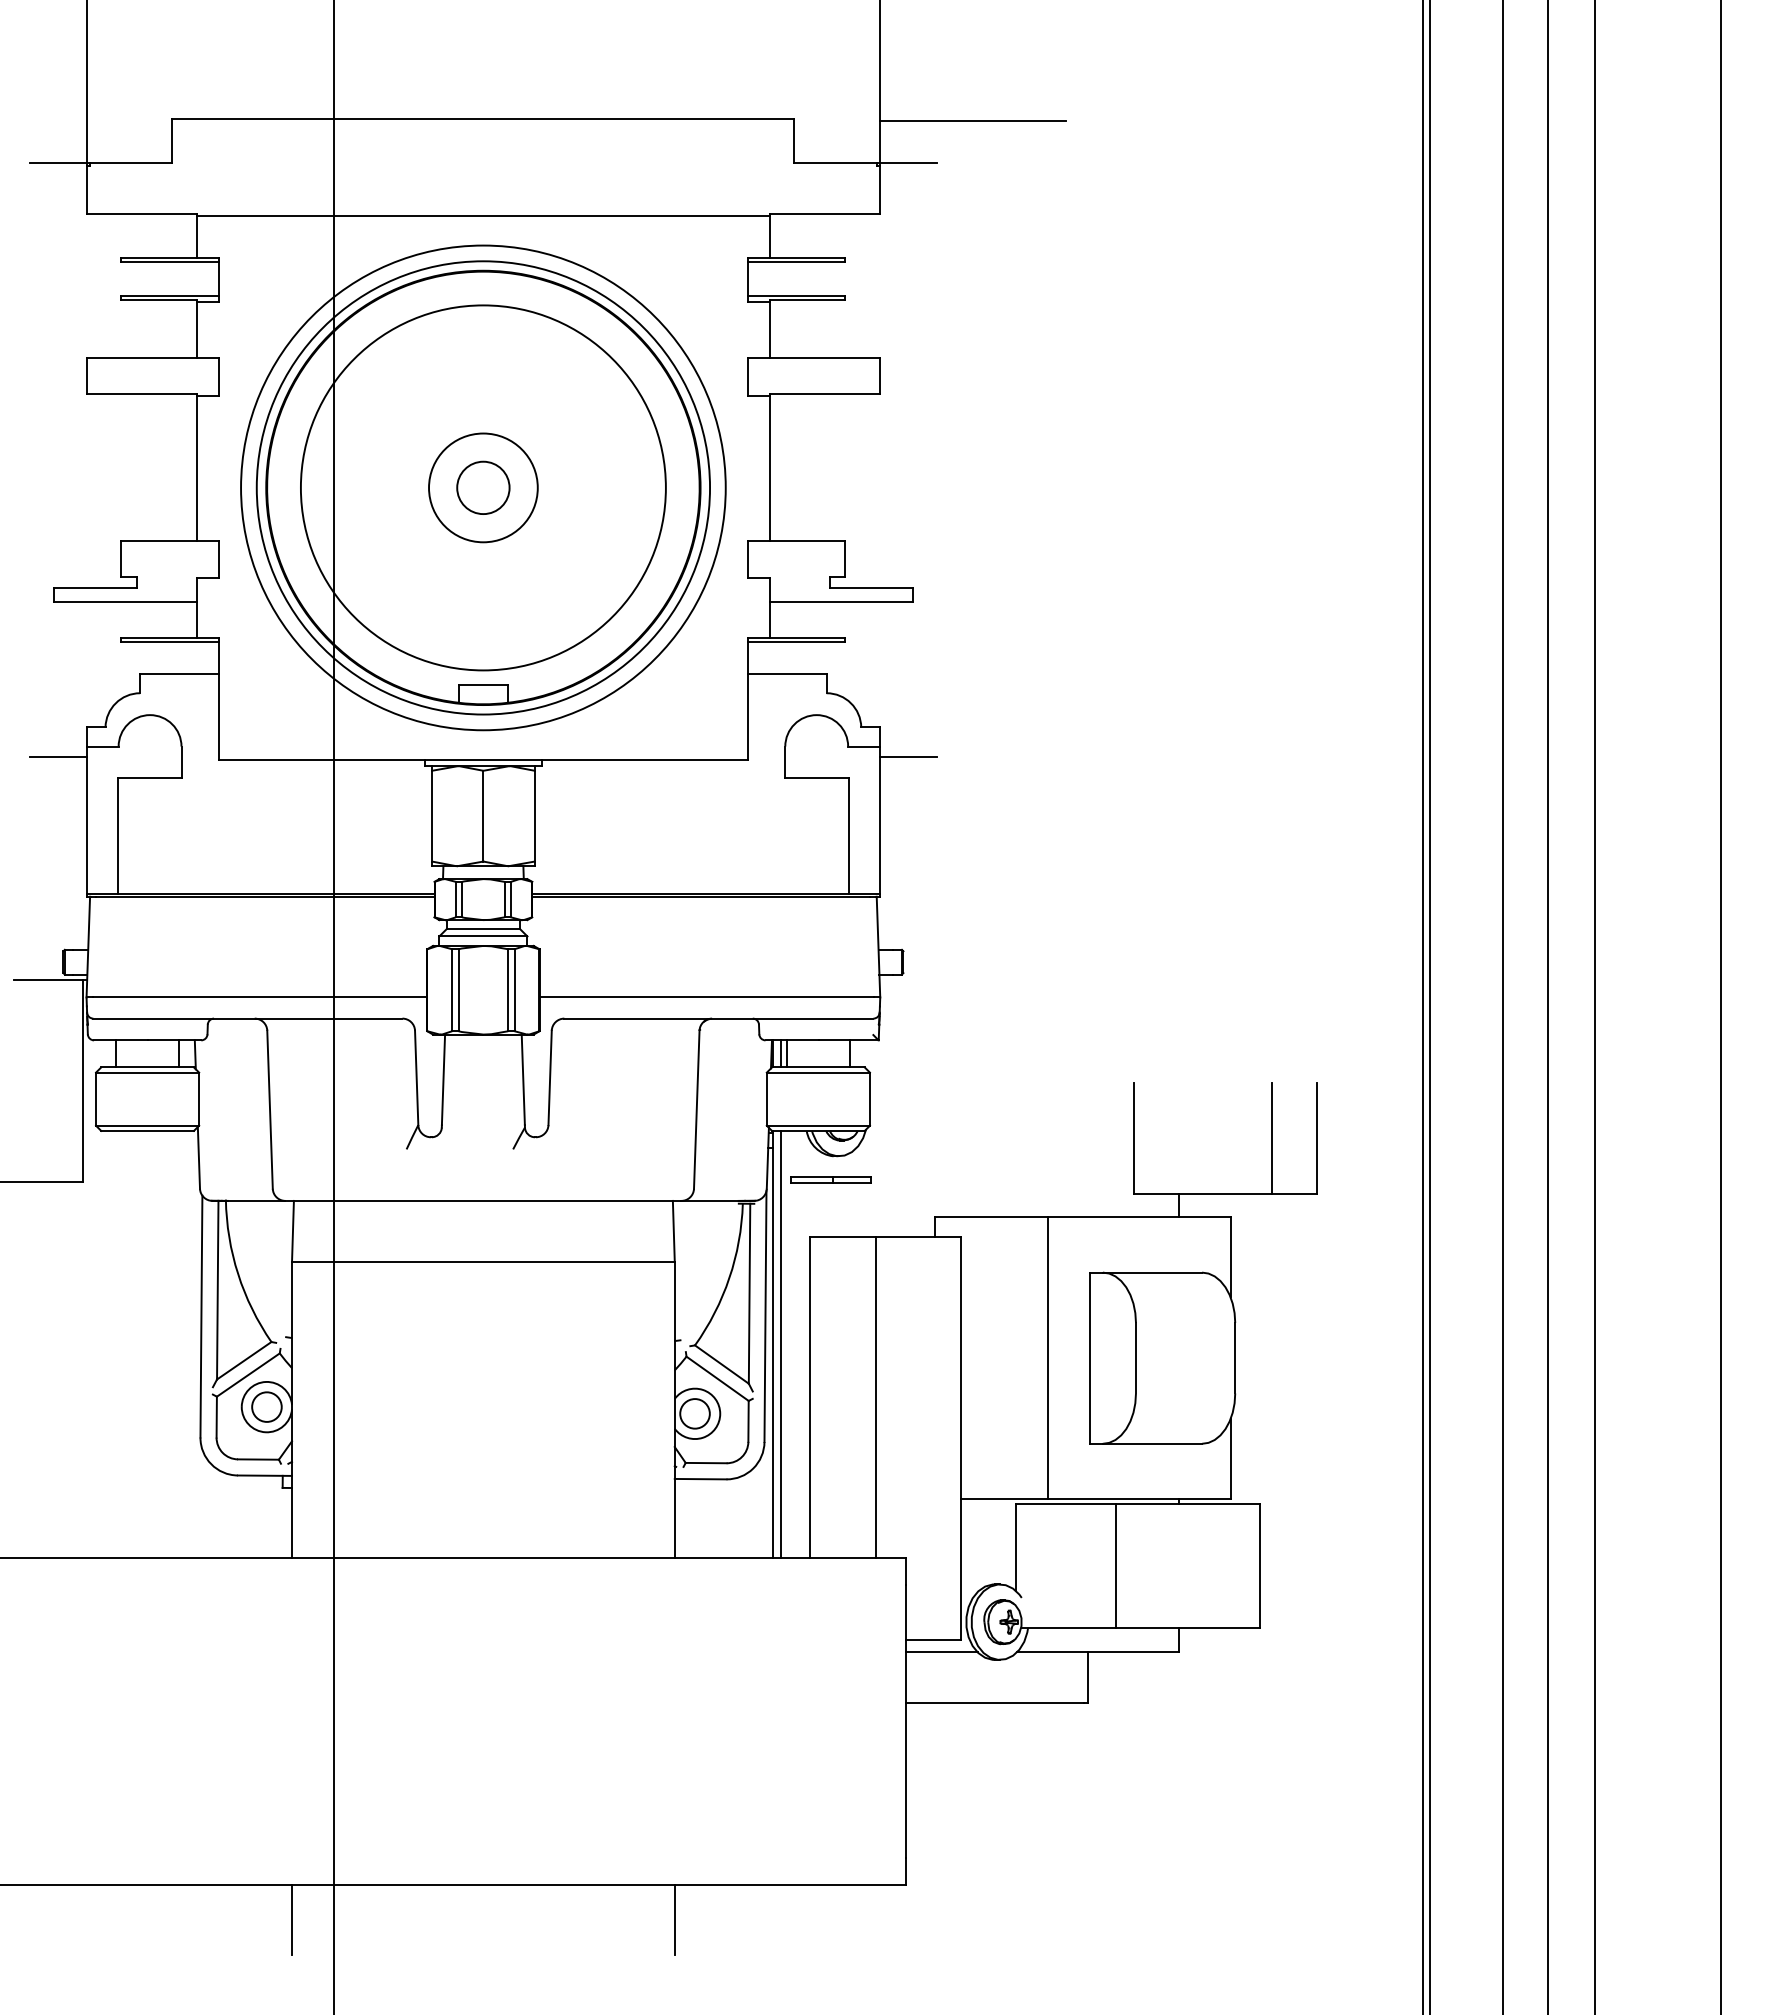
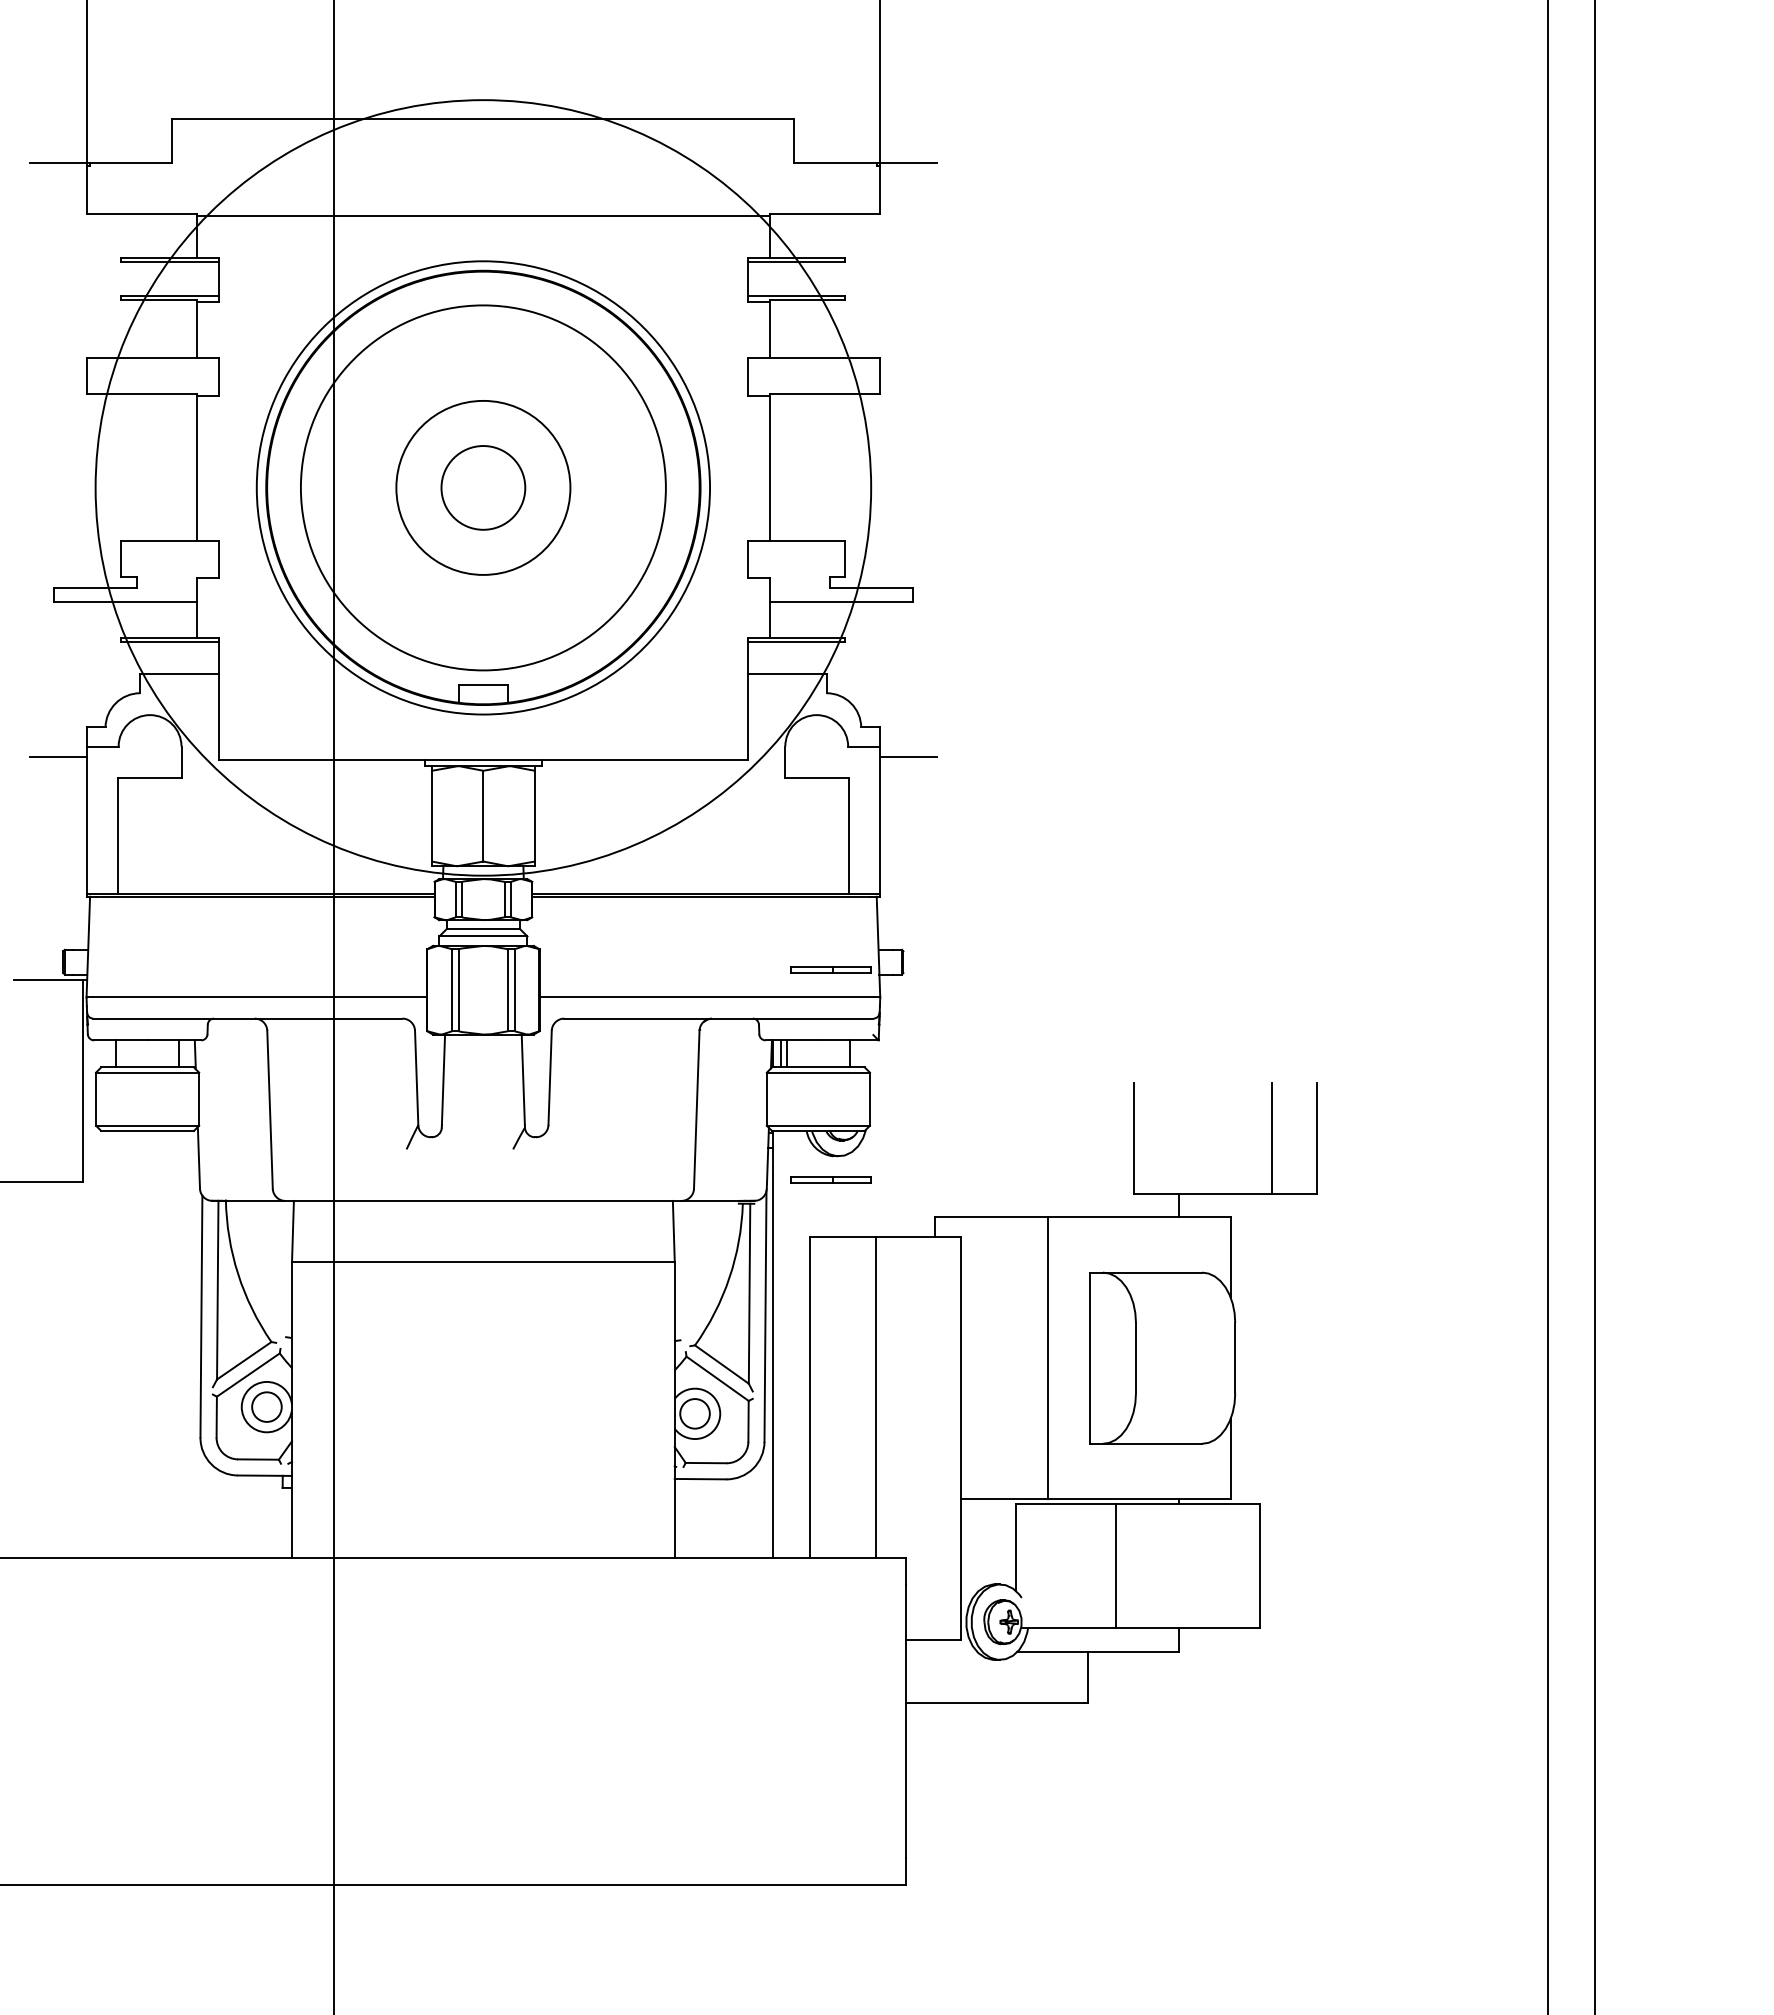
line at (972, 121): present -> none
circle at (483, 487) diameter: 109 px -> 174 px
circle at (483, 487) diameter: 485 px -> 776 px
circle at (483, 487) diameter: 52 px -> 84 px
part at (830, 969): none -> present
line at (1423, 1006): present -> none
line at (1429, 1006): present -> none
line at (1503, 1006): present -> none
line at (1720, 1006): present -> none
line at (781, 1343): present -> none
line at (941, 1652): present -> none
line at (292, 1919): present -> none
line at (674, 1919): present -> none
